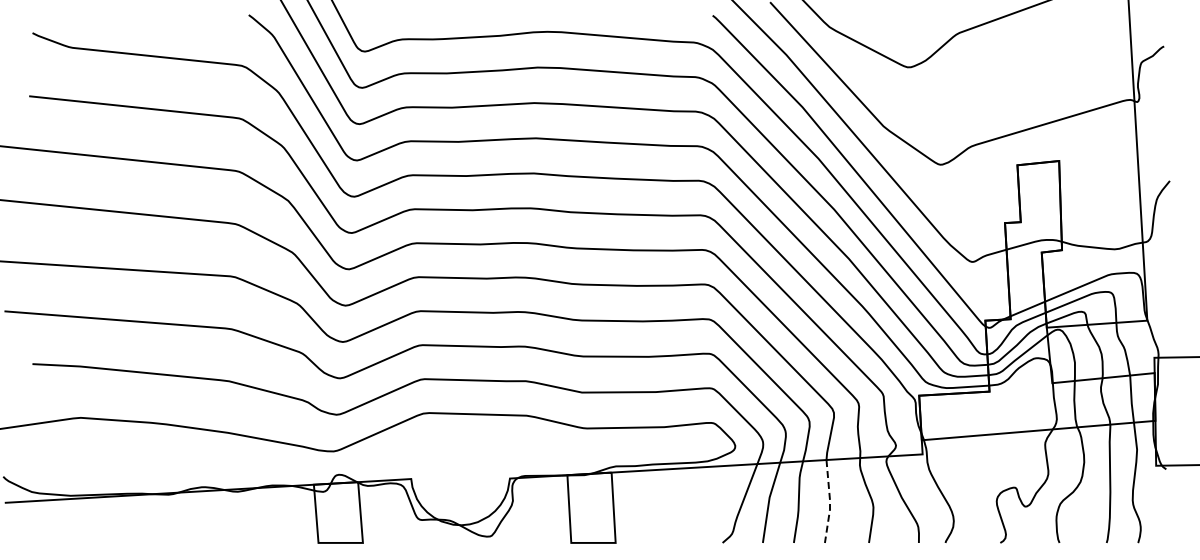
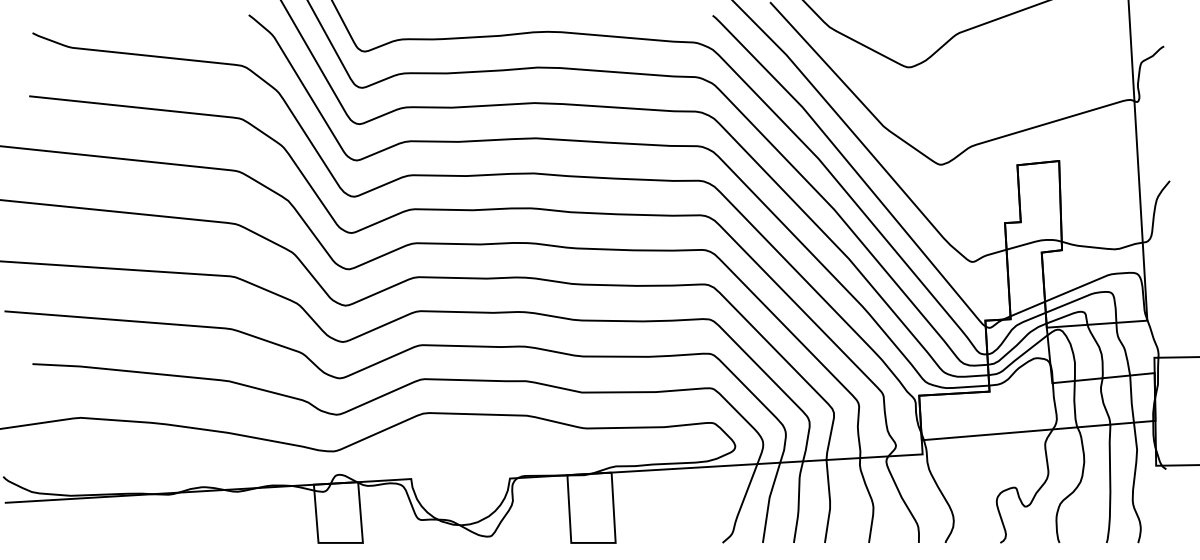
line at (830, 502): dashed -> solid
